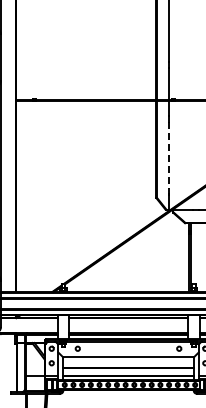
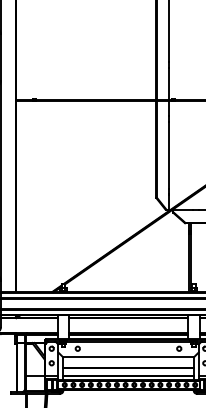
line at (168, 155): dashed -> solid
